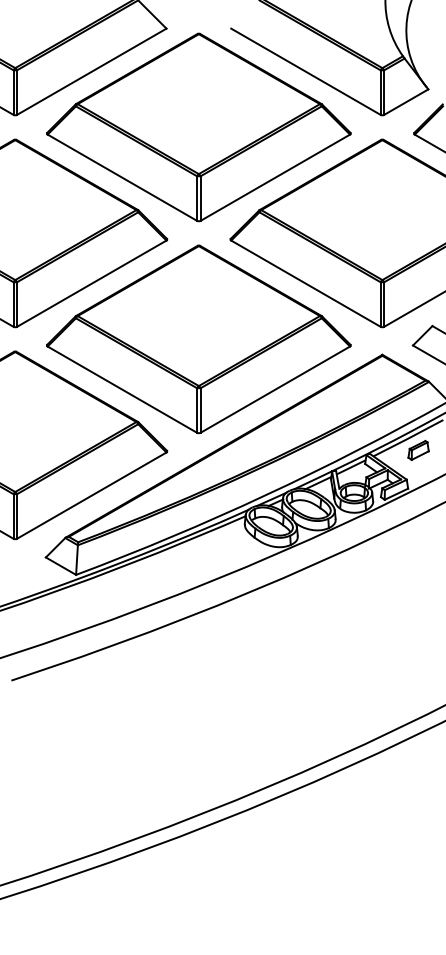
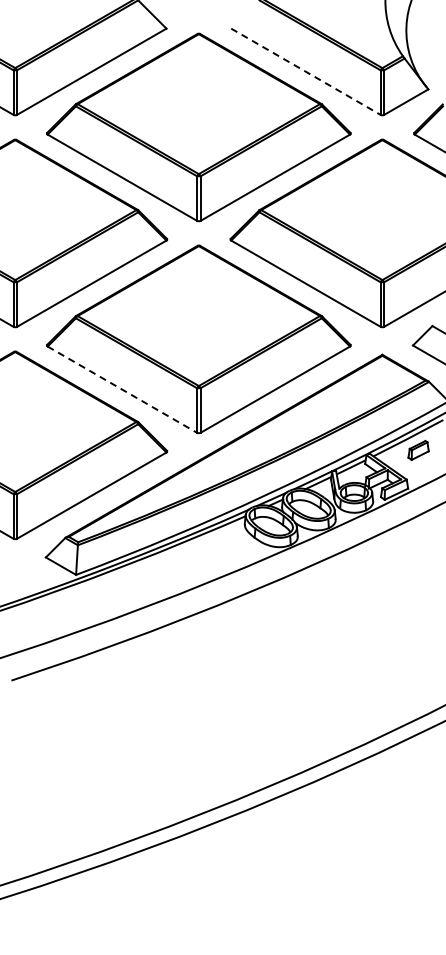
line at (306, 72): solid -> dashed
line at (122, 389): solid -> dashed
